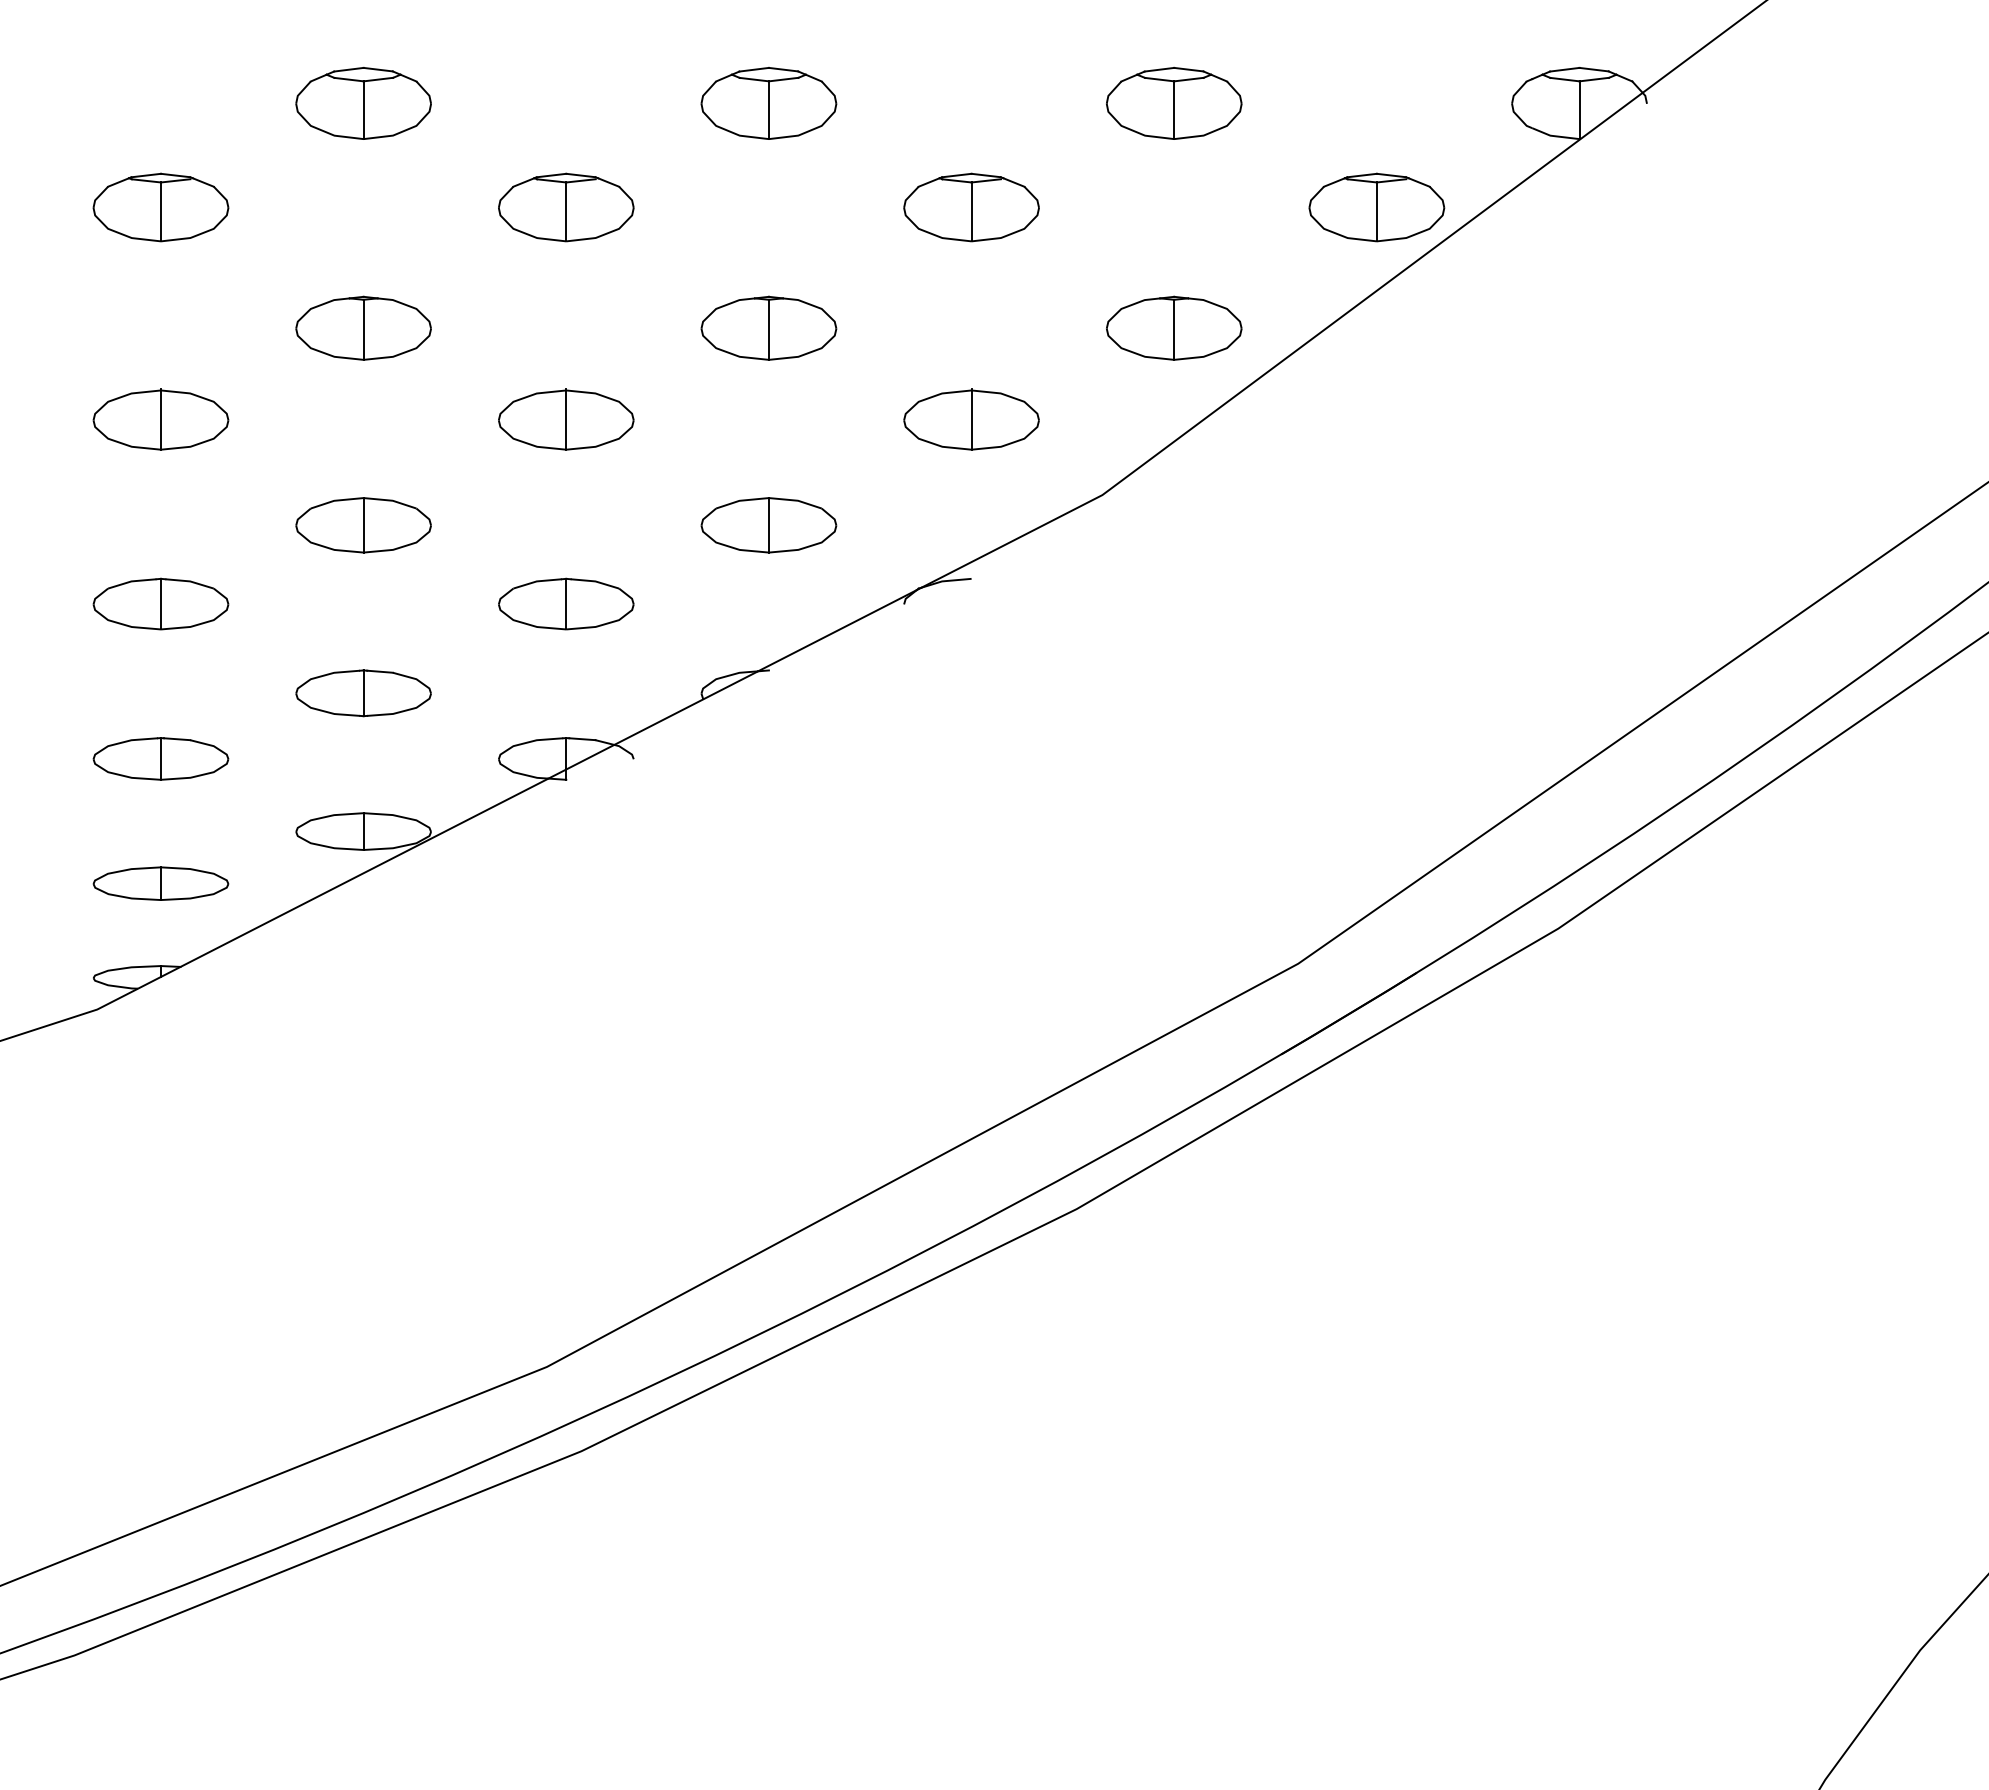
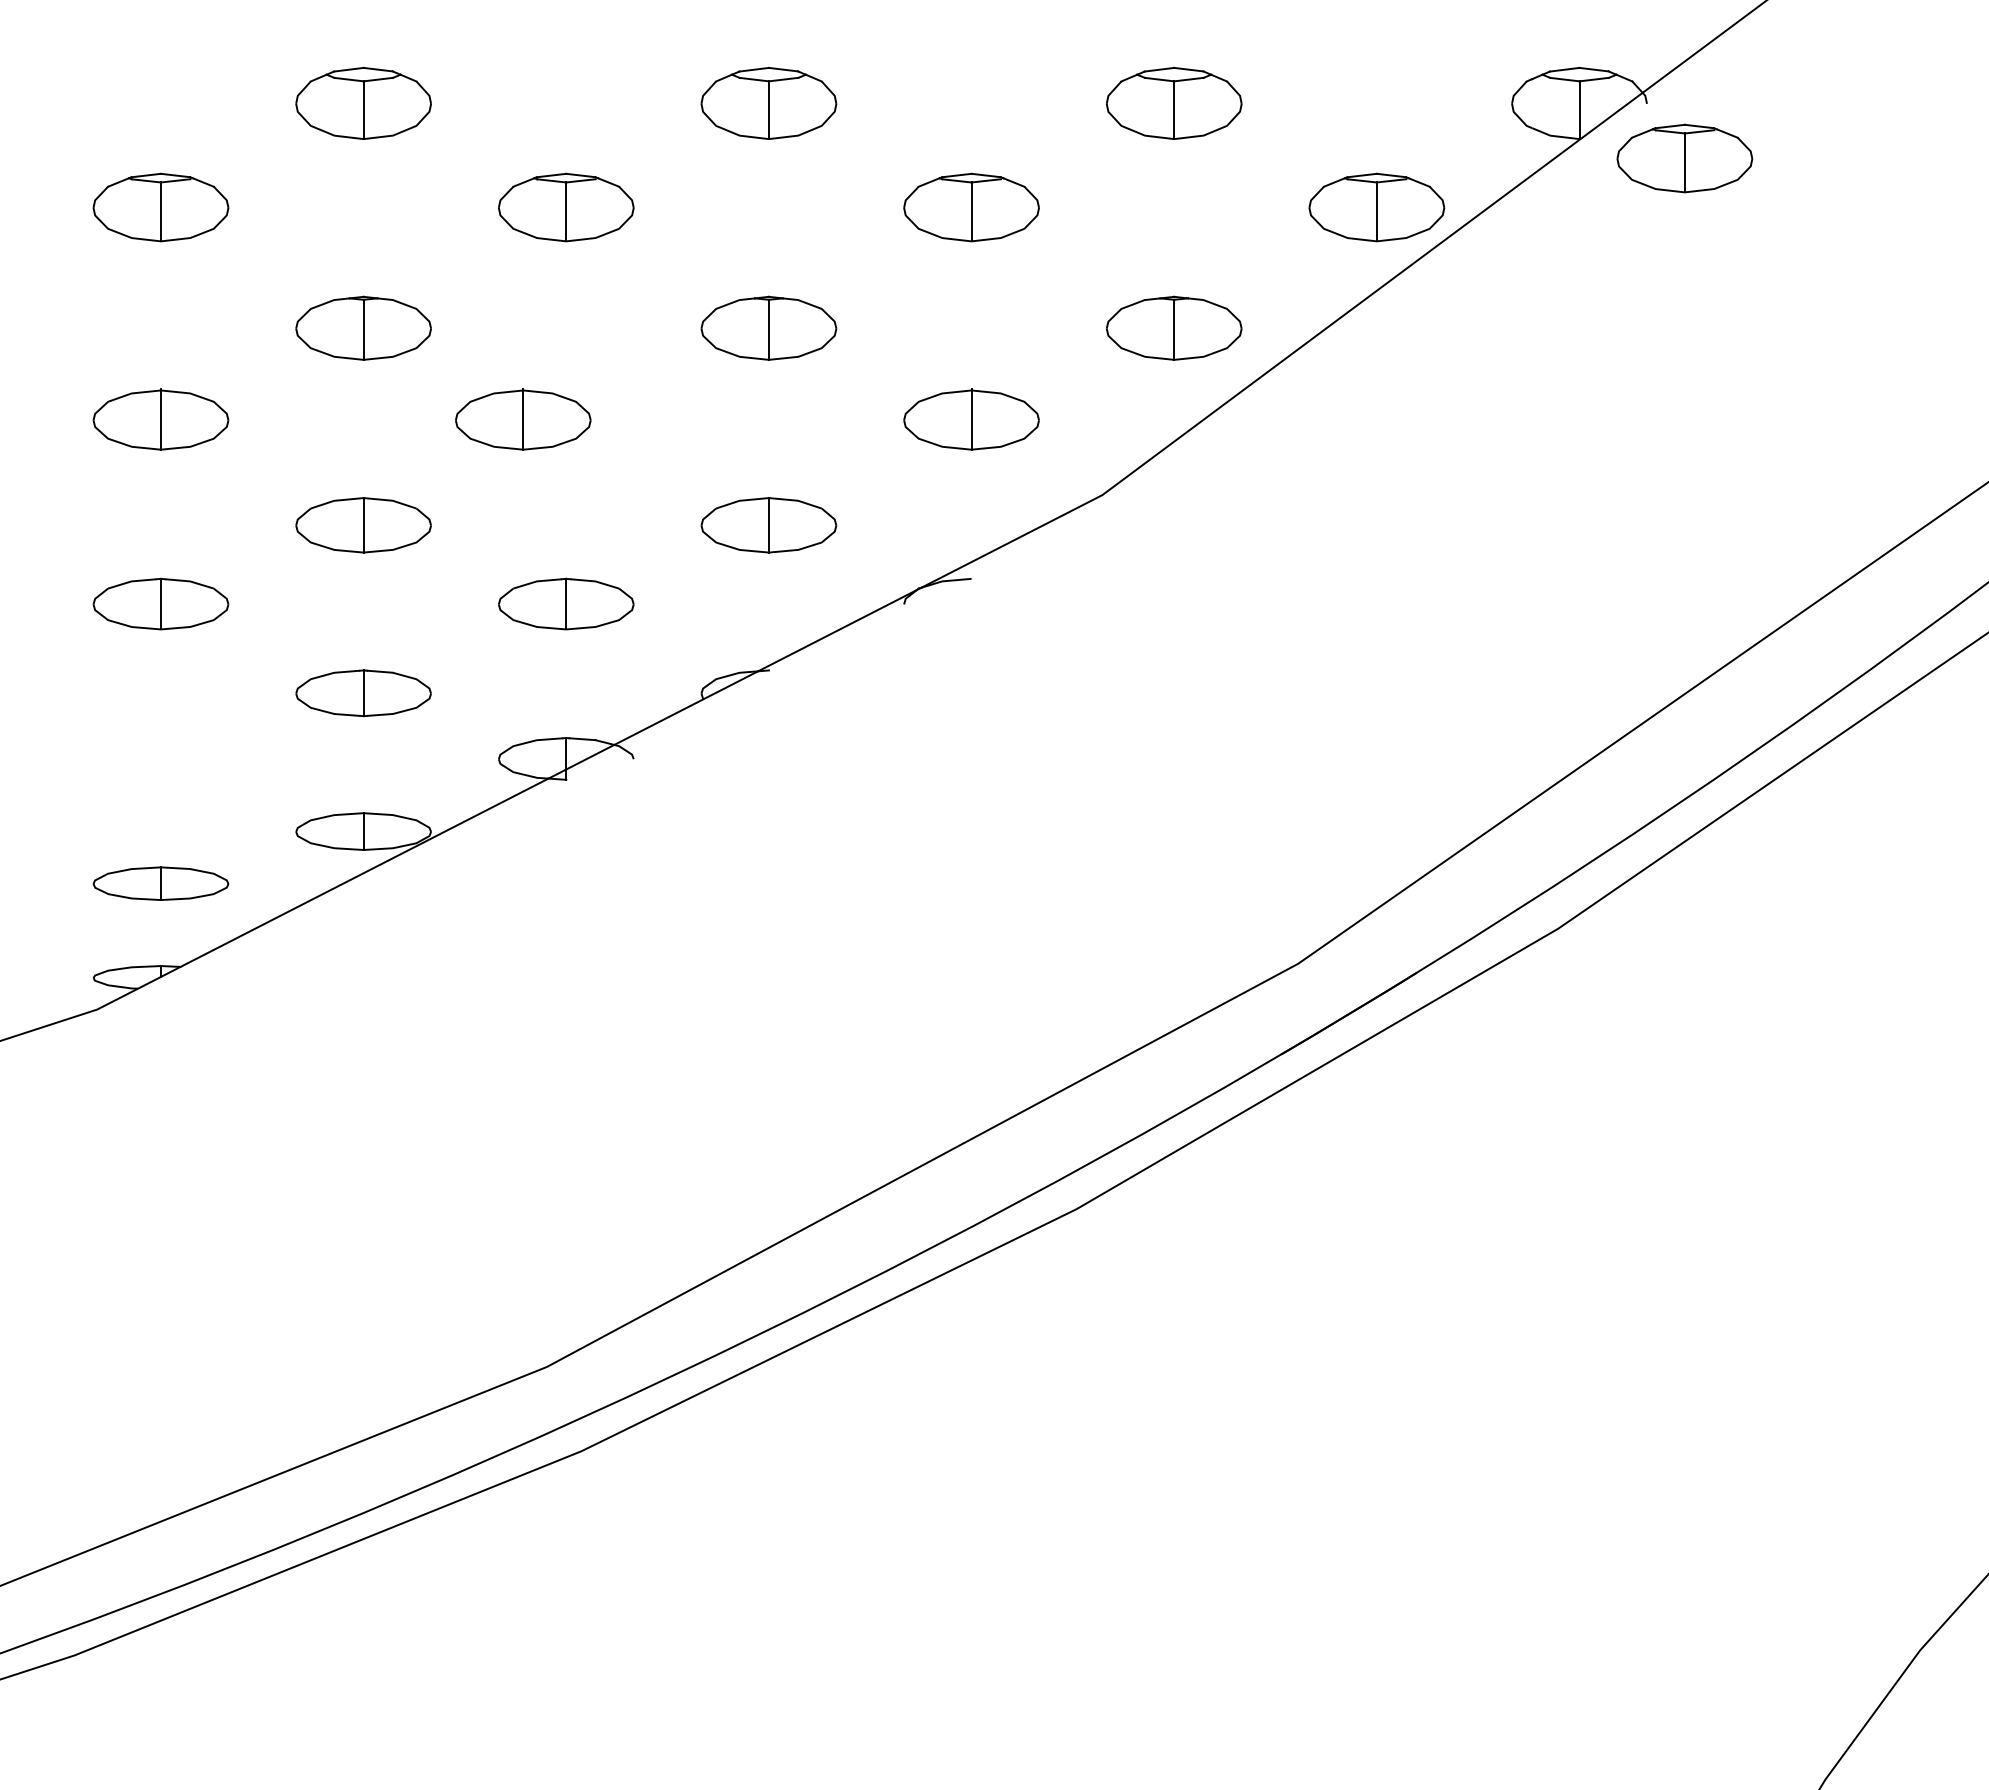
part at (1684, 158): none -> present
part at (566, 419) position: (566, 419) -> (523, 419)
part at (160, 758): present -> none
